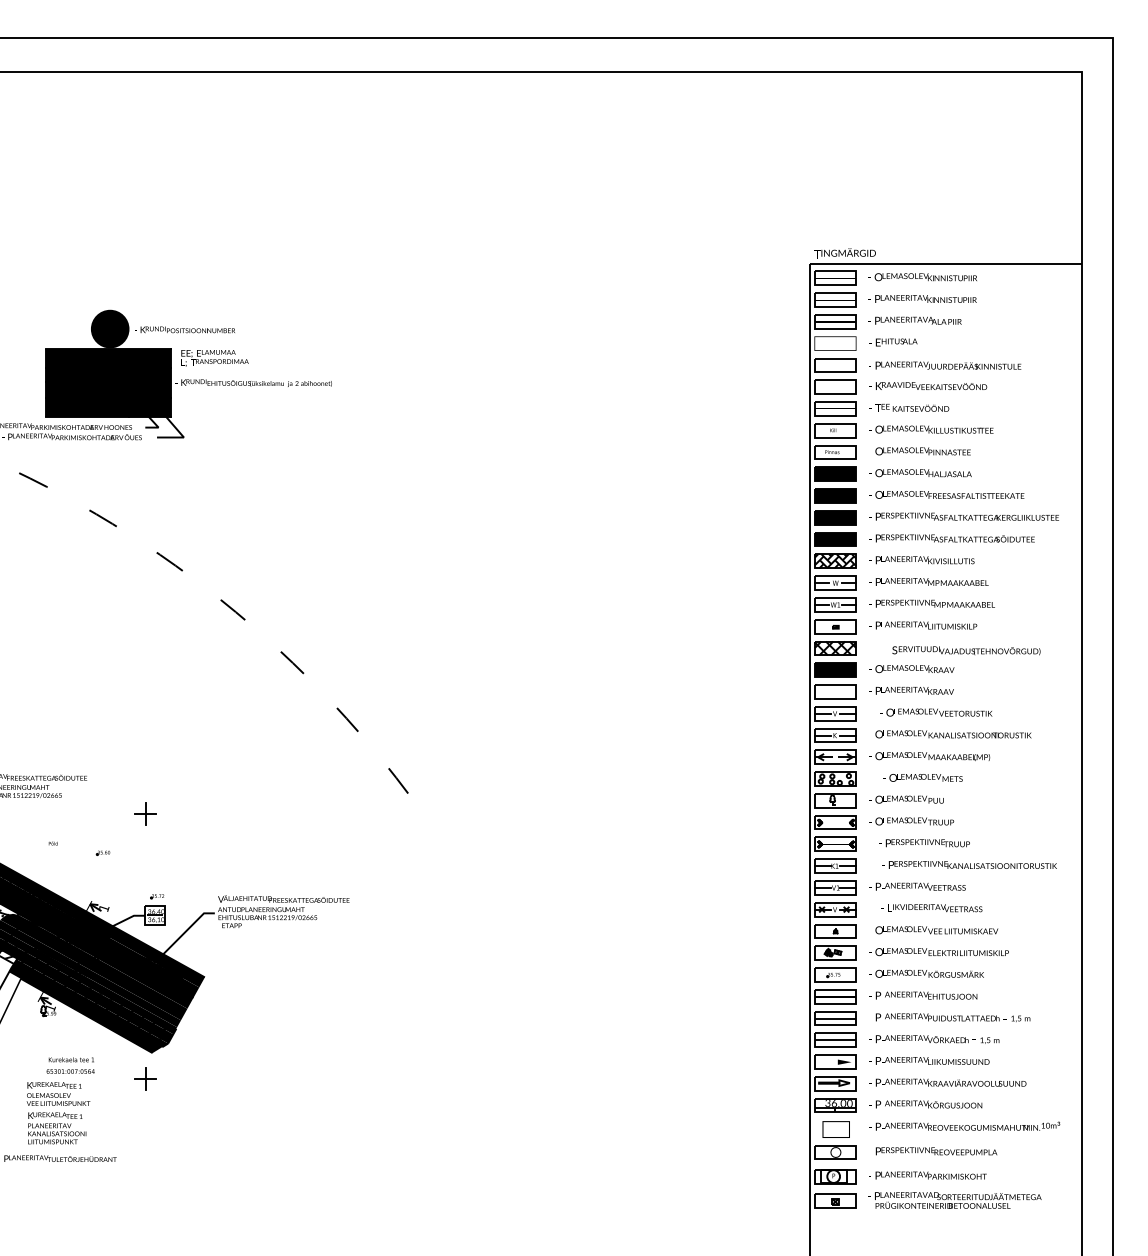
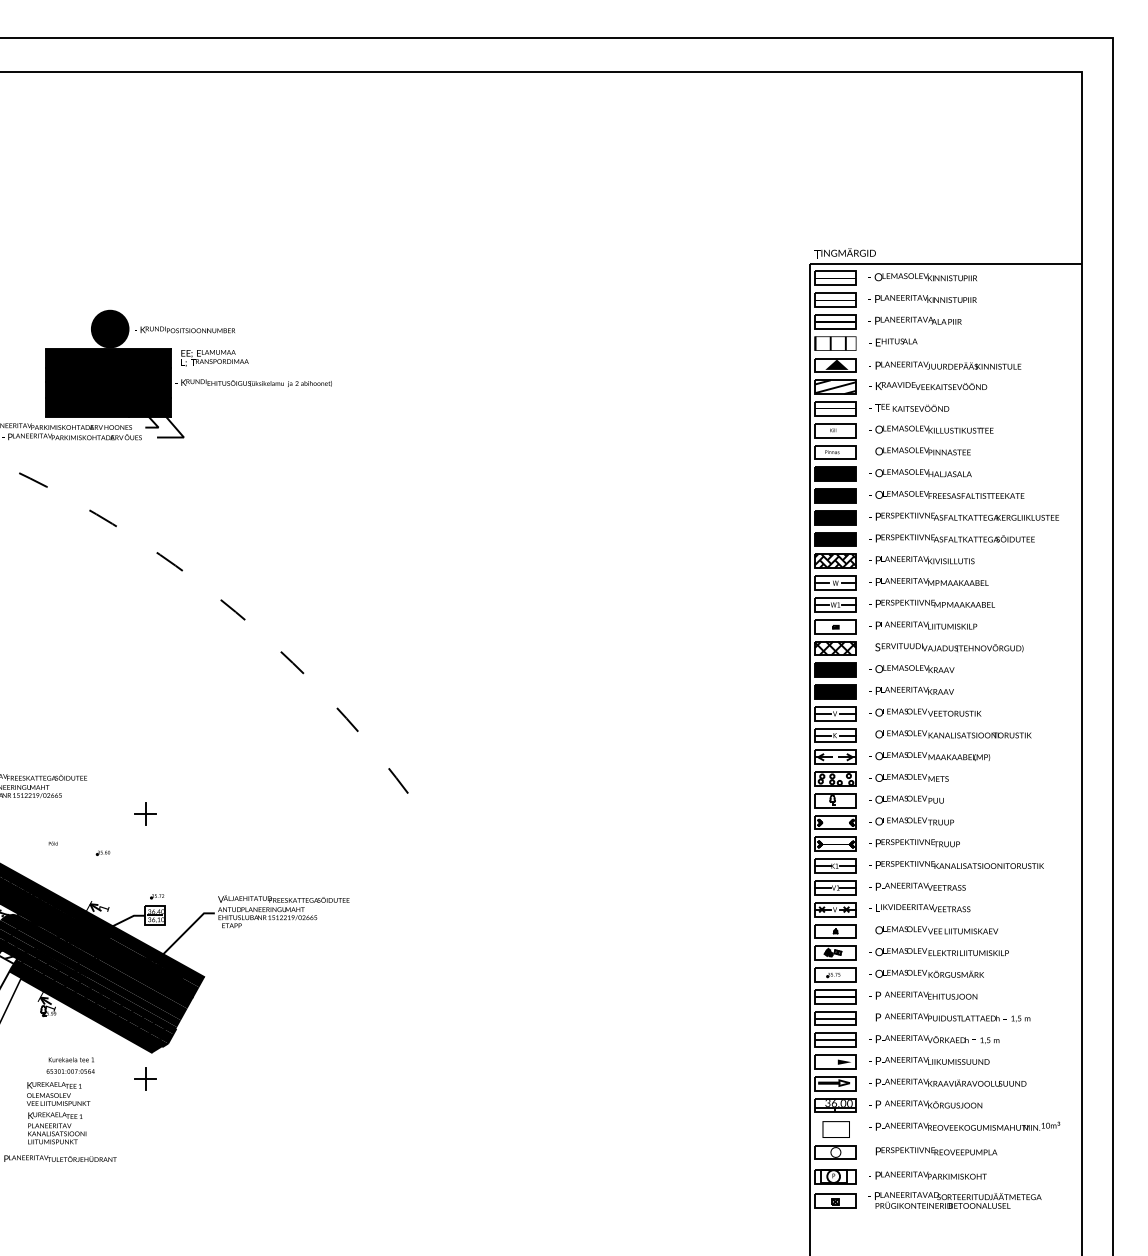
hatch at (830, 343): none -> present
fill at (836, 364): none -> present
hatch at (835, 387): none -> present
text at (966, 650) position: (966, 650) -> (949, 647)
fill at (835, 691): none -> present
text at (936, 712) position: (936, 712) -> (925, 712)
text at (922, 777) position: (922, 777) -> (908, 777)
text at (924, 843) position: (924, 843) -> (914, 843)
text at (969, 864) position: (969, 864) -> (956, 864)
text at (931, 908) position: (931, 908) -> (919, 908)
